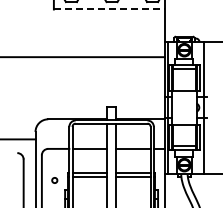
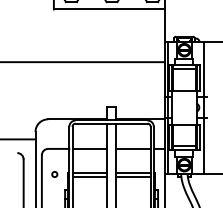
line at (109, 9): dashed -> solid
line at (83, 57) position: (83, 57) -> (83, 62)
circle at (54, 180) position: (54, 180) -> (54, 174)
